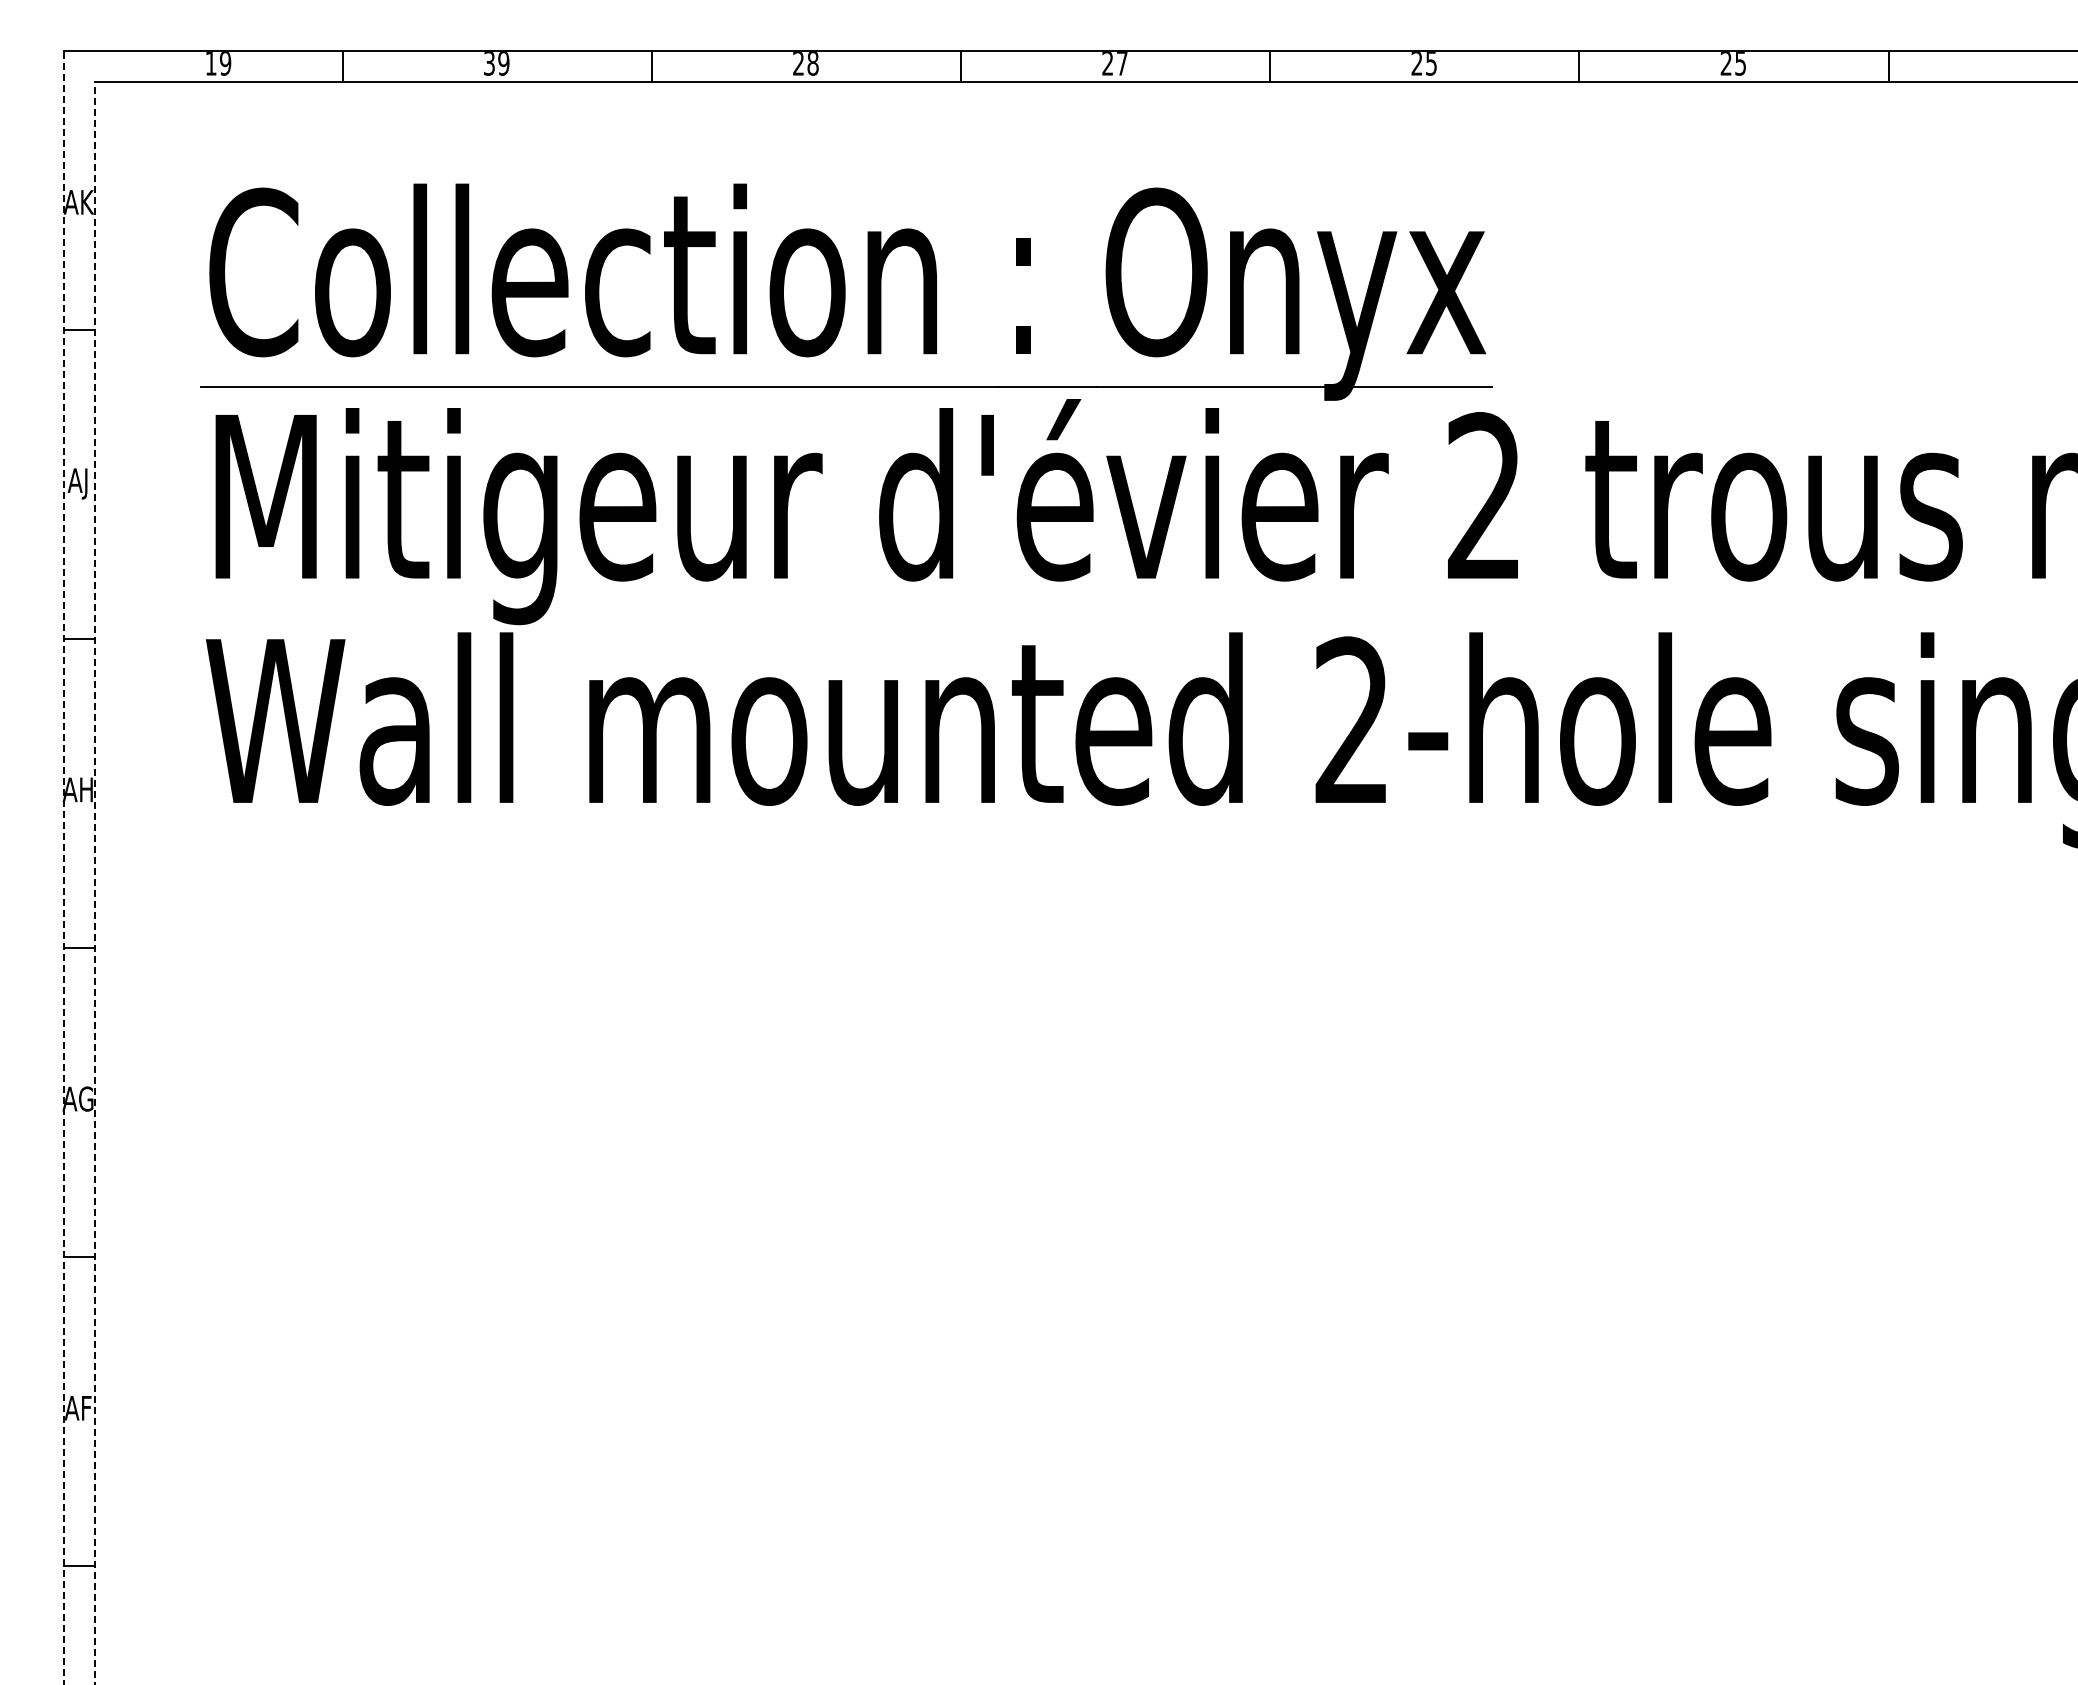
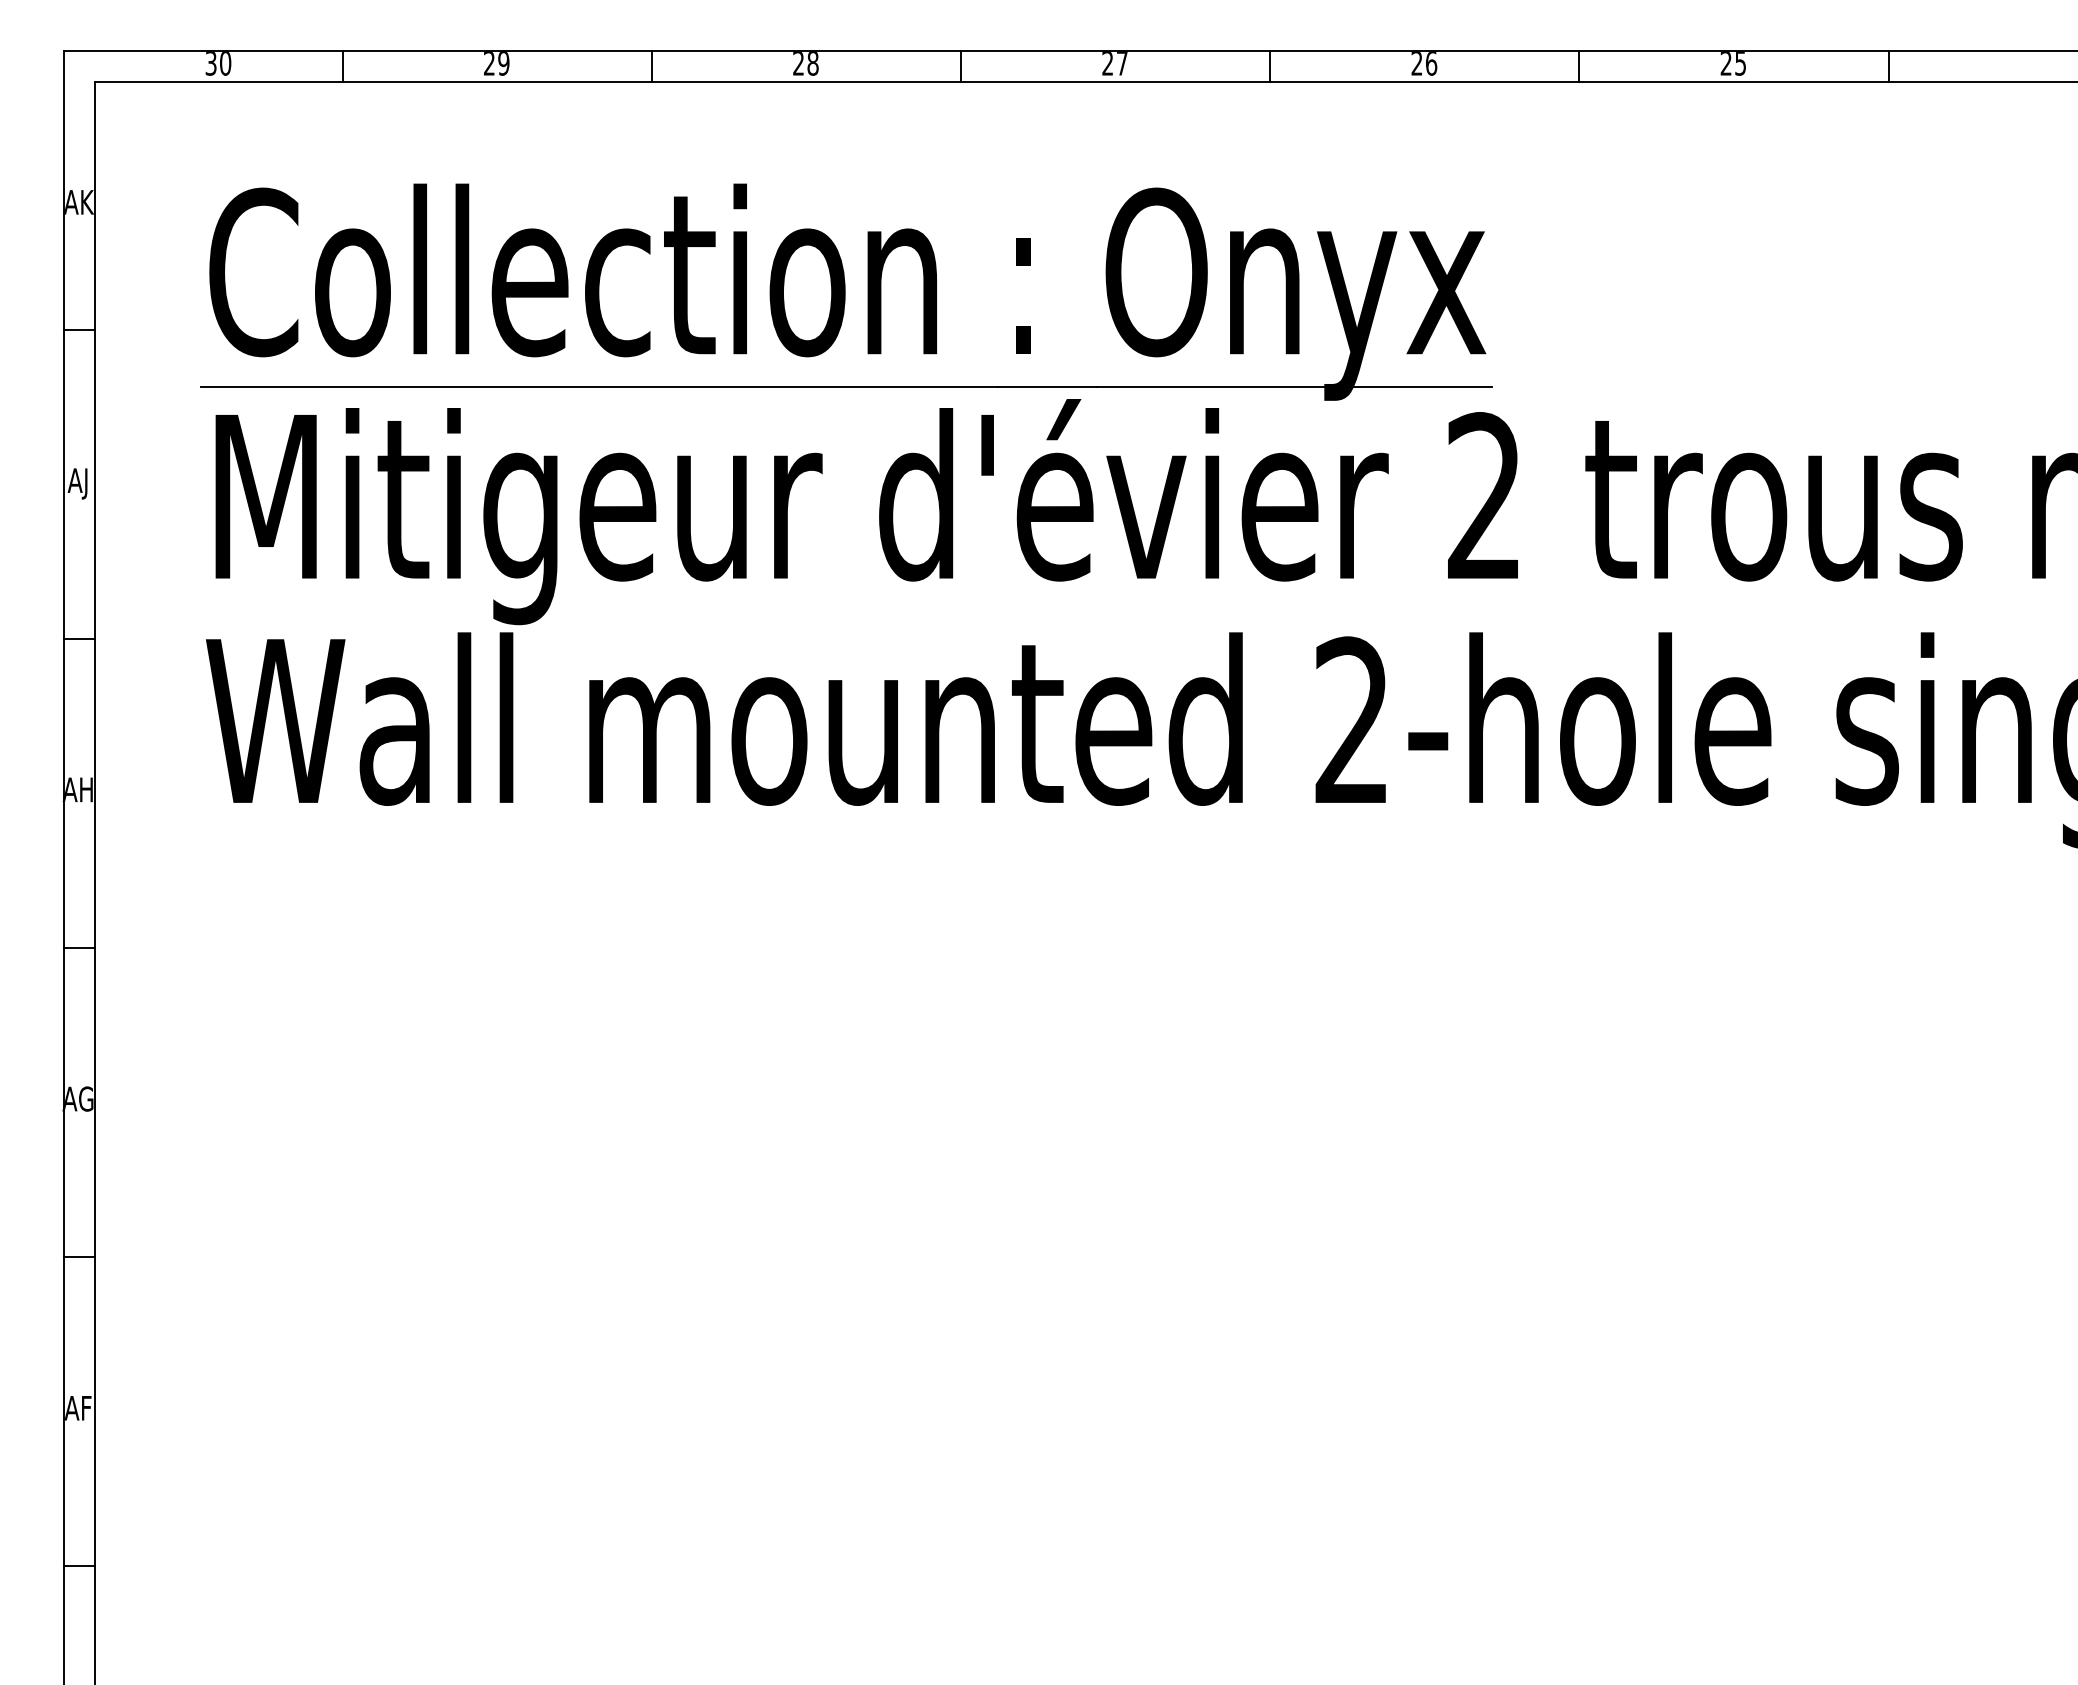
text at (218, 63): 19 -> 30
text at (489, 63): 39 -> 29
text at (1431, 63): 25 -> 26
line at (64, 866): dashed -> solid
line at (95, 883): dashed -> solid
